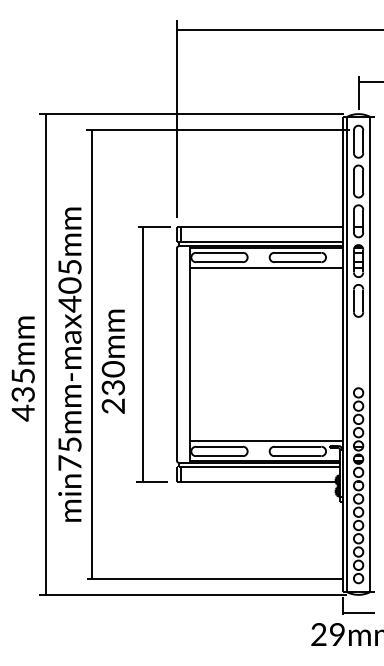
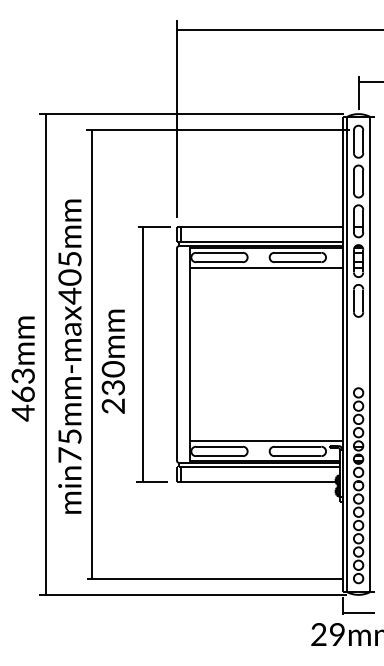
text at (69, 364) position: (69, 364) -> (69, 356)
text at (22, 385): 435mm -> 463mm
